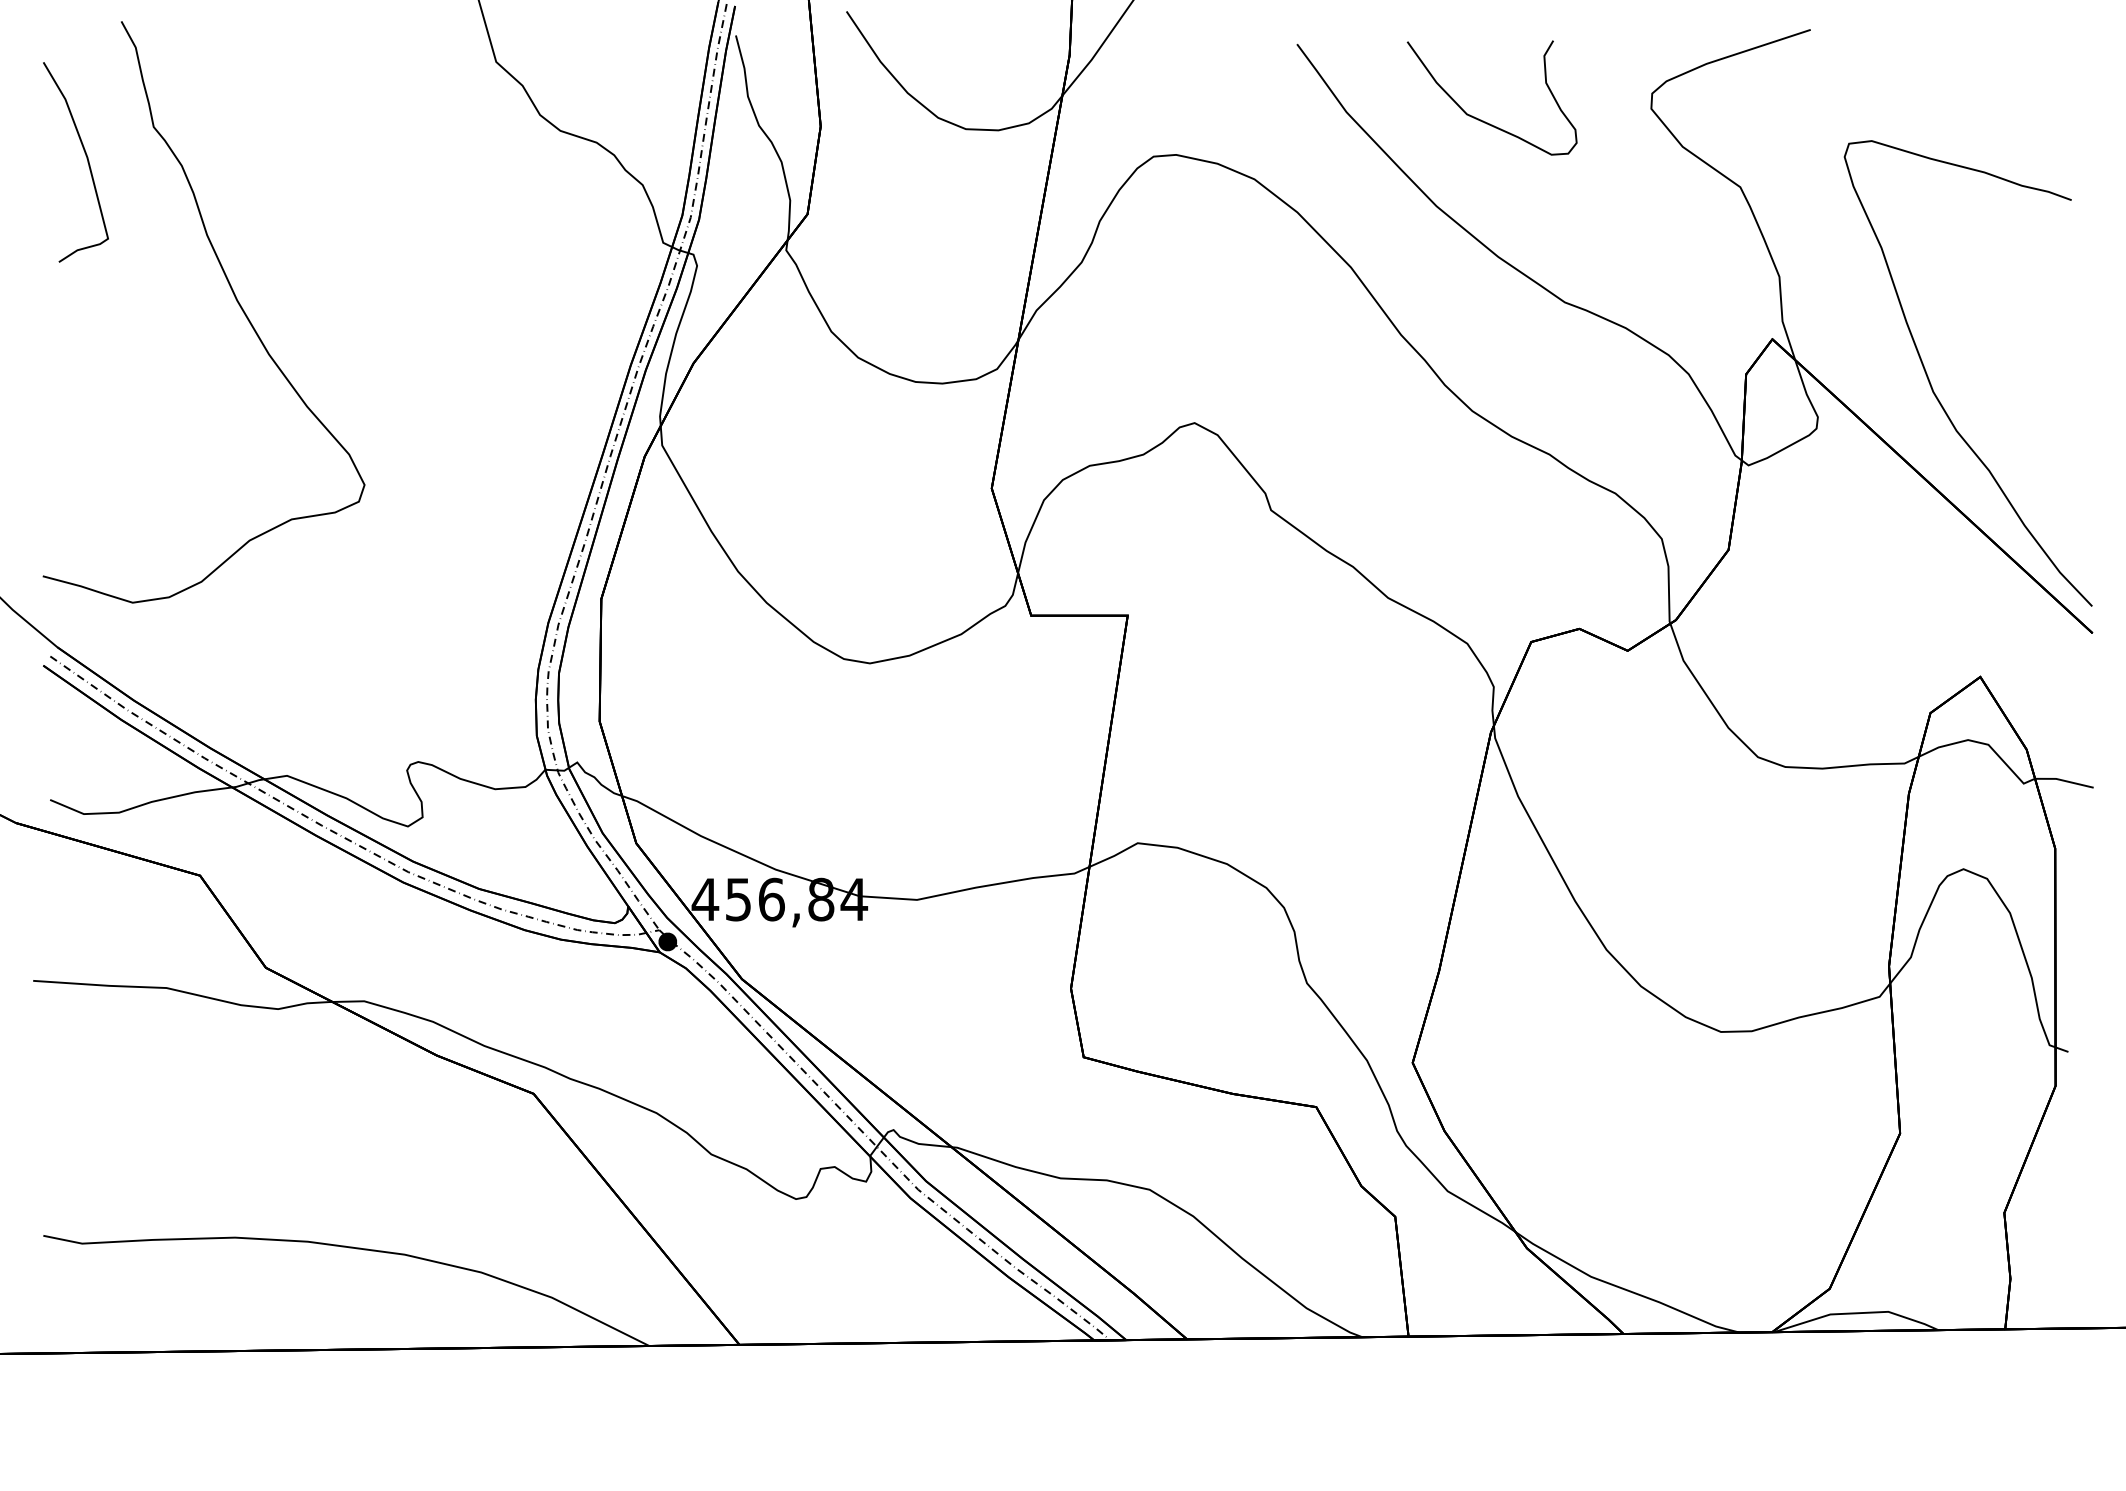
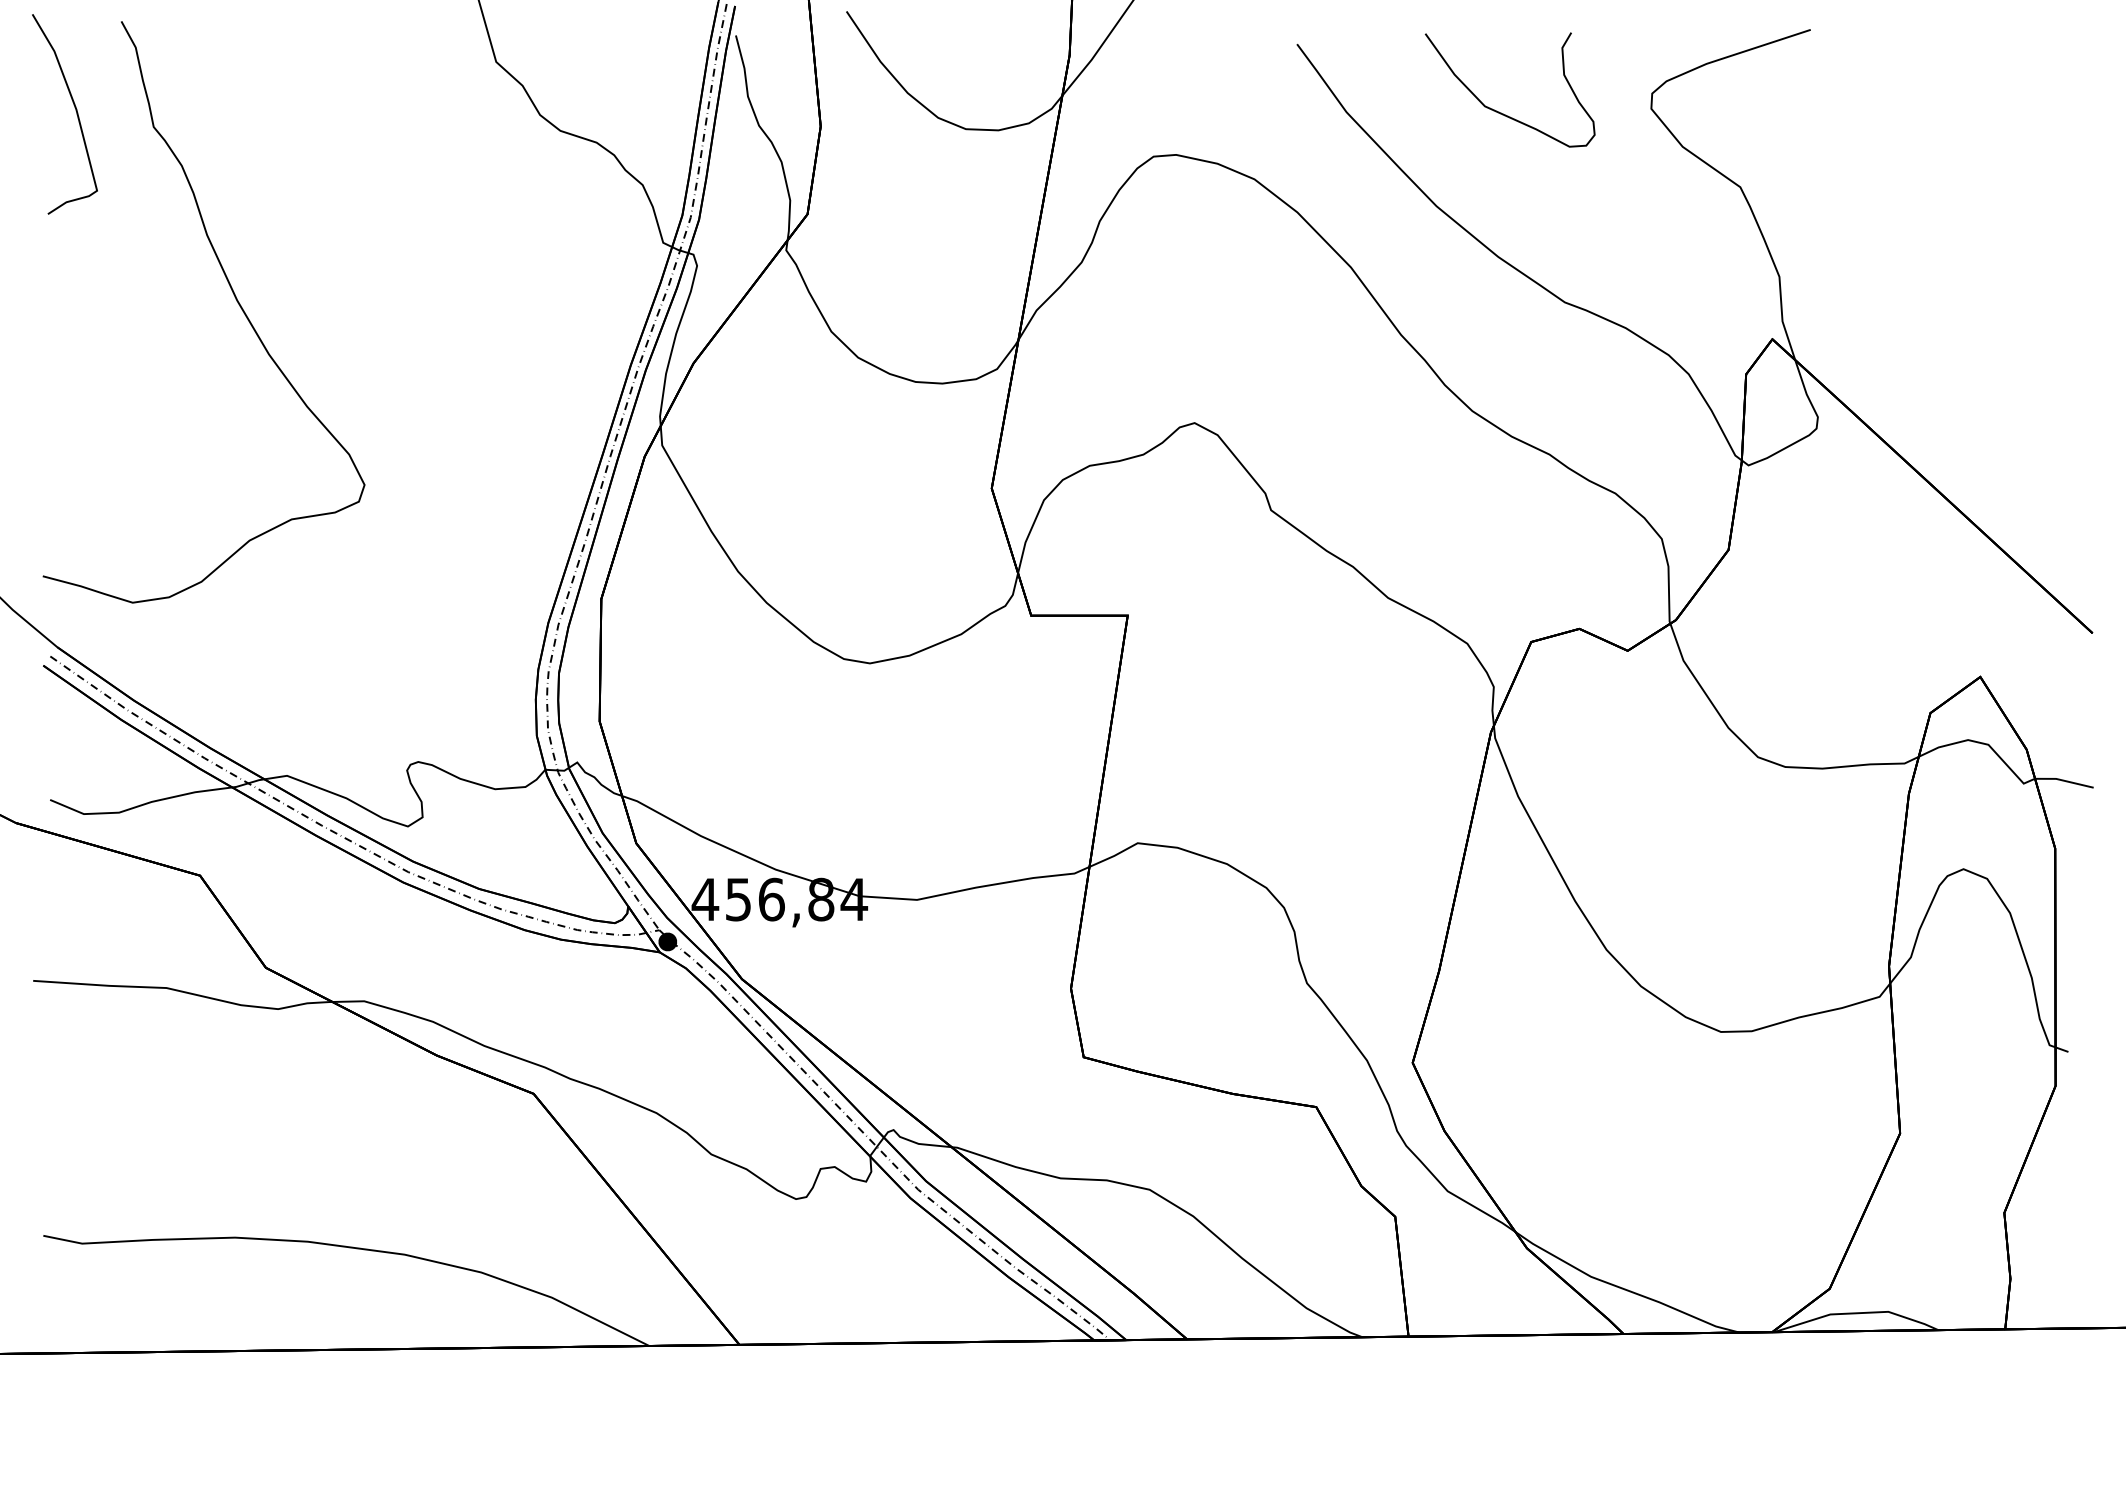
curve at (1481, 119) position: (1481, 119) -> (1499, 111)
curve at (86, 158) position: (86, 158) -> (75, 110)
curve at (1932, 386): present -> none
